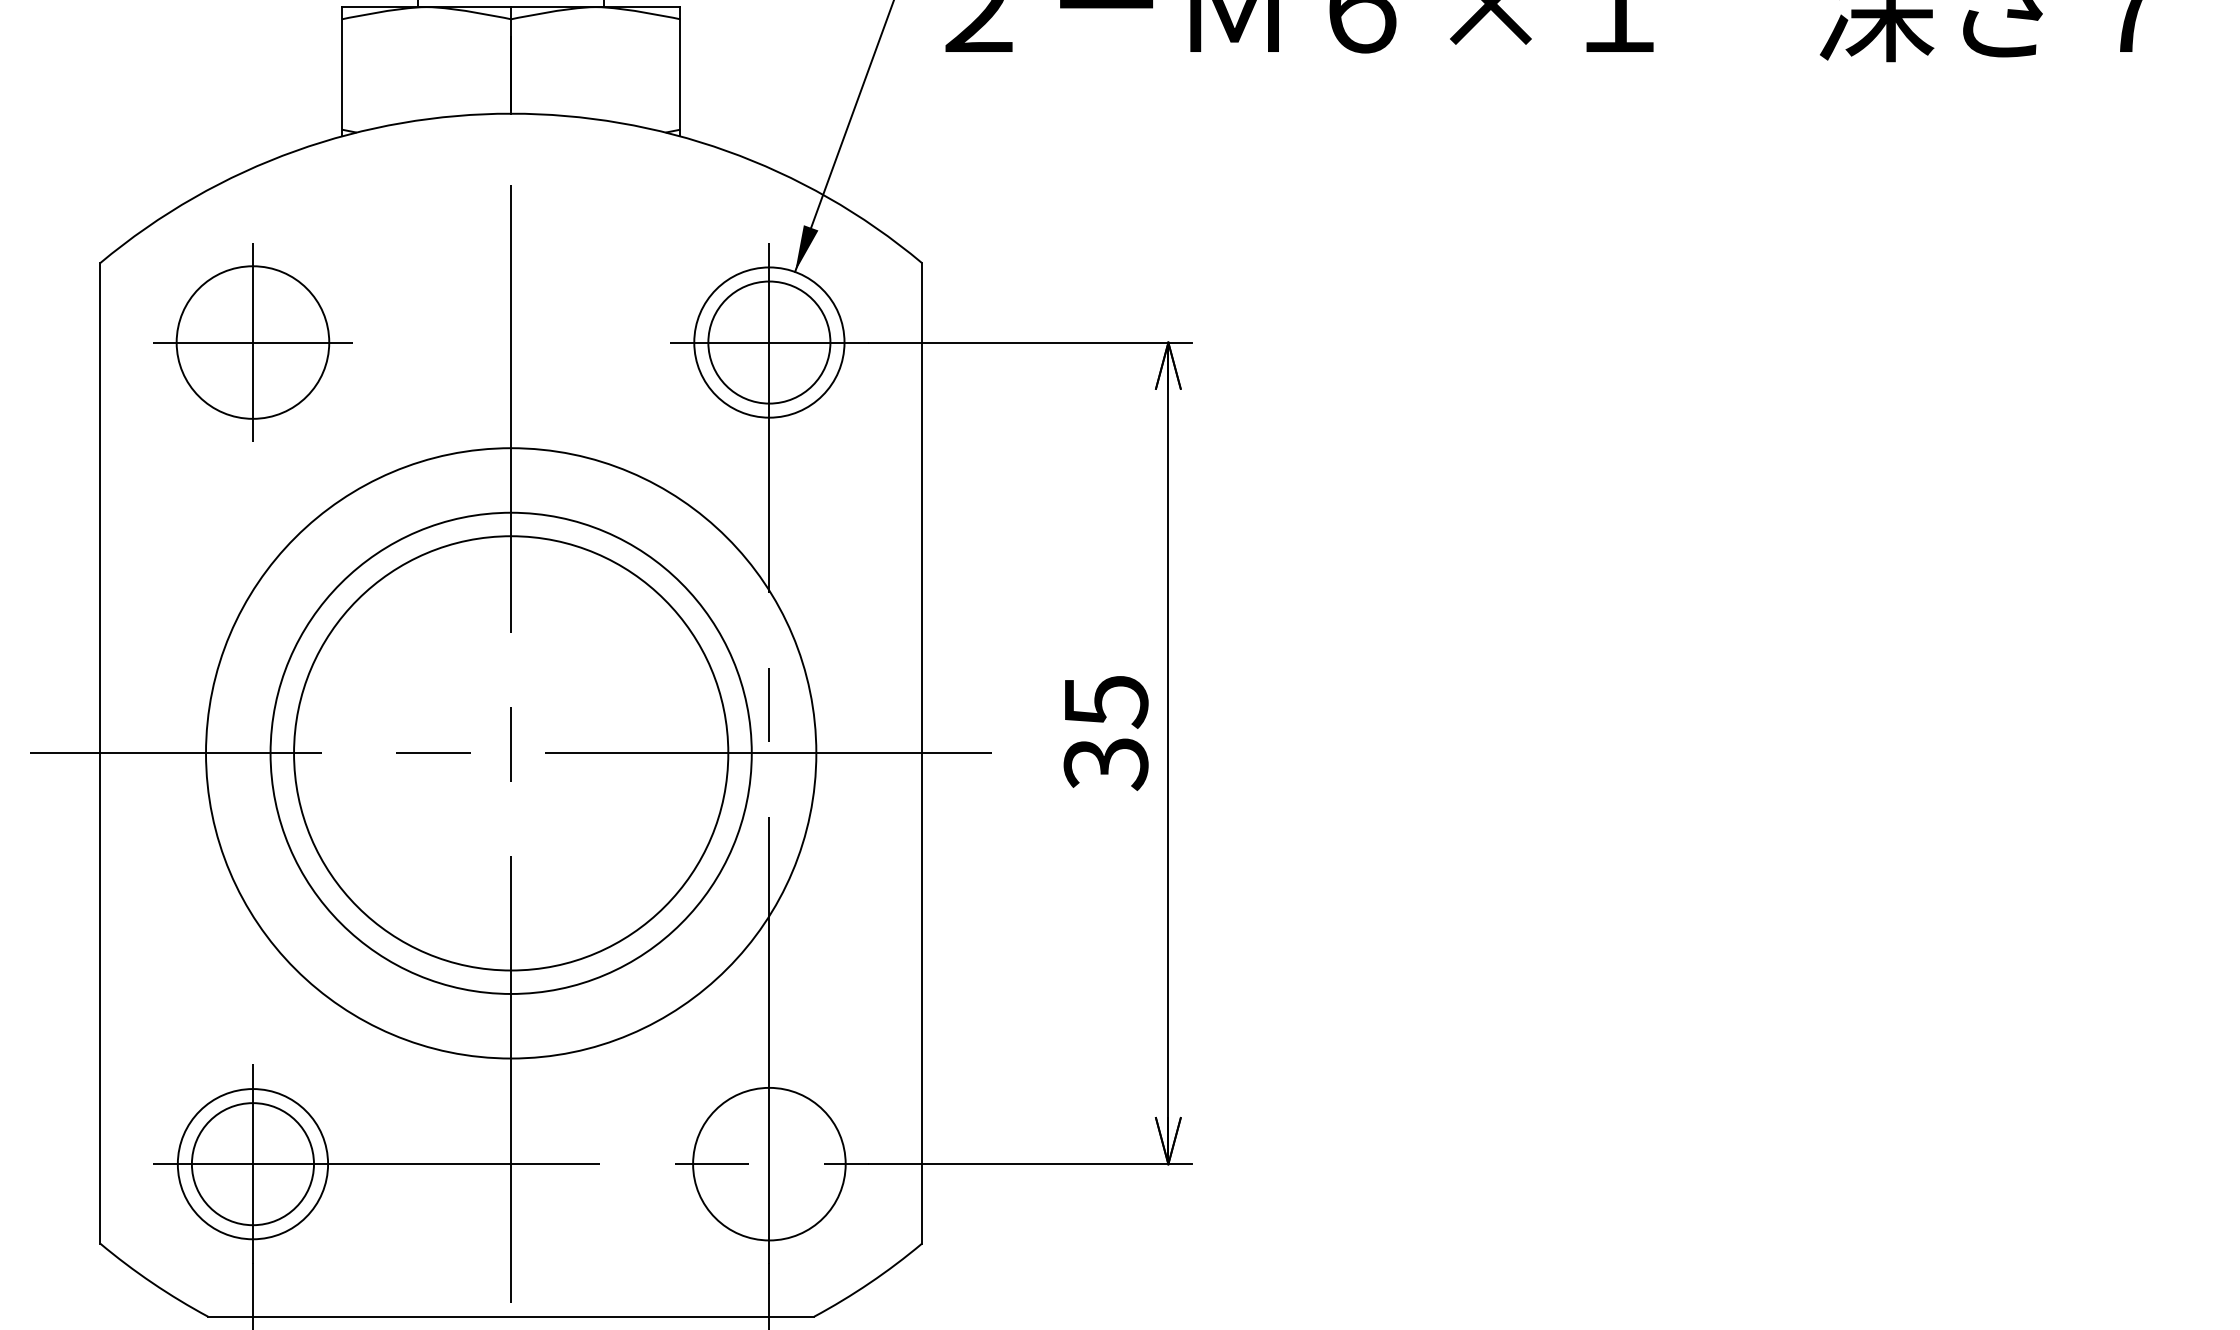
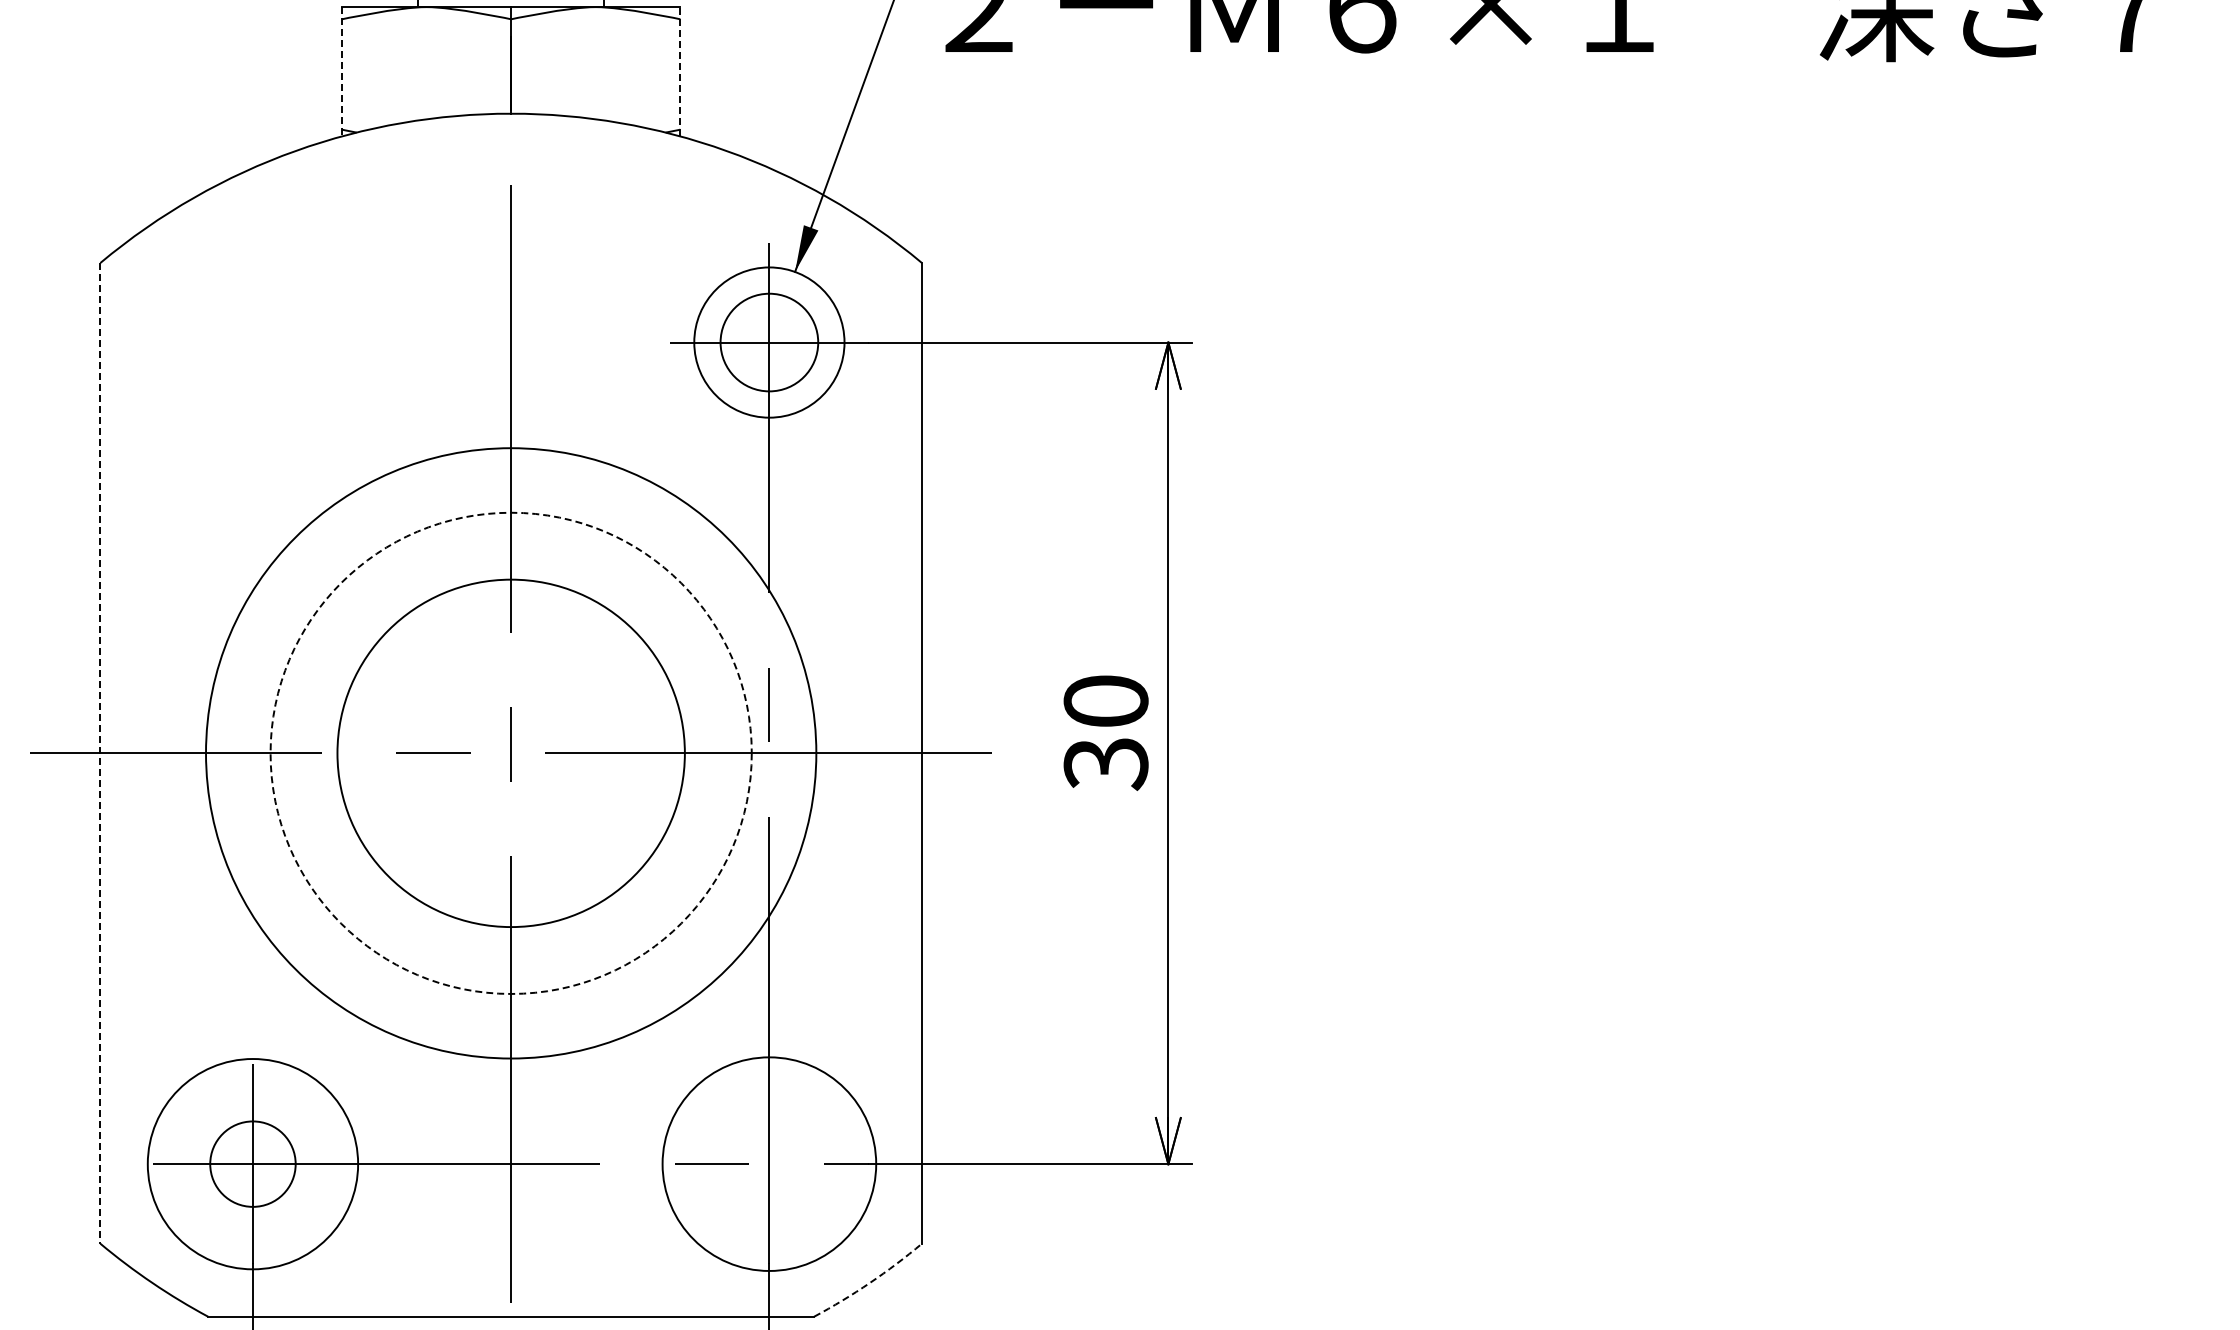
line at (342, 71): solid -> dashed
line at (680, 71): solid -> dashed
part at (252, 342): present -> none
circle at (769, 342) diameter: 122 px -> 98 px
text at (1105, 701): 35 -> 30
circle at (510, 752): solid -> dashed
line at (100, 753): solid -> dashed
circle at (511, 753) diameter: 434 px -> 347 px
circle at (769, 1163) diameter: 153 px -> 214 px
circle at (252, 1164) diameter: 122 px -> 85 px
circle at (252, 1164) diameter: 150 px -> 210 px
arc at (869, 1282): solid -> dashed
